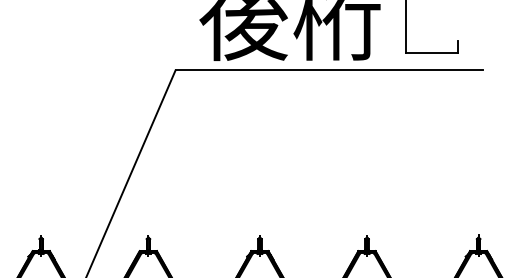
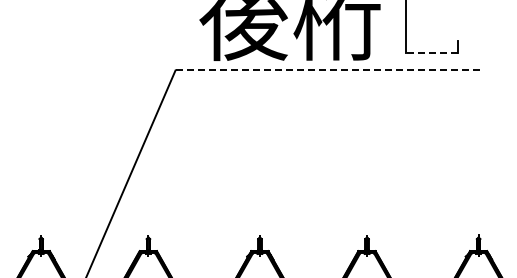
line at (431, 53): solid -> dashed
line at (329, 70): solid -> dashed
